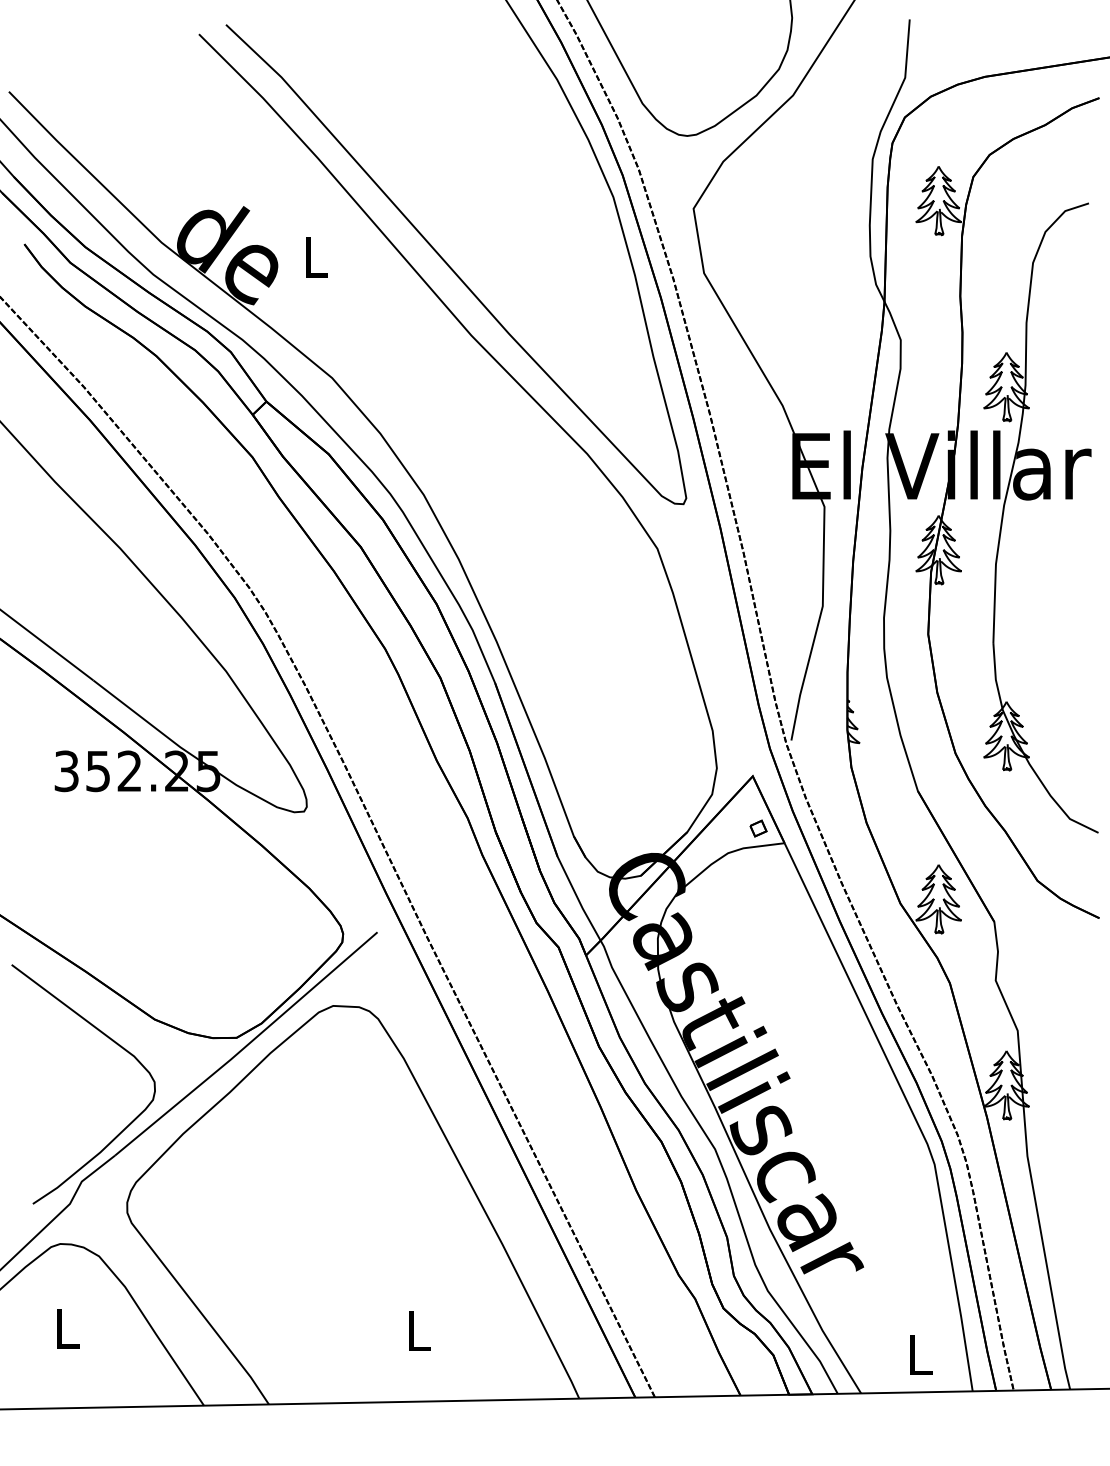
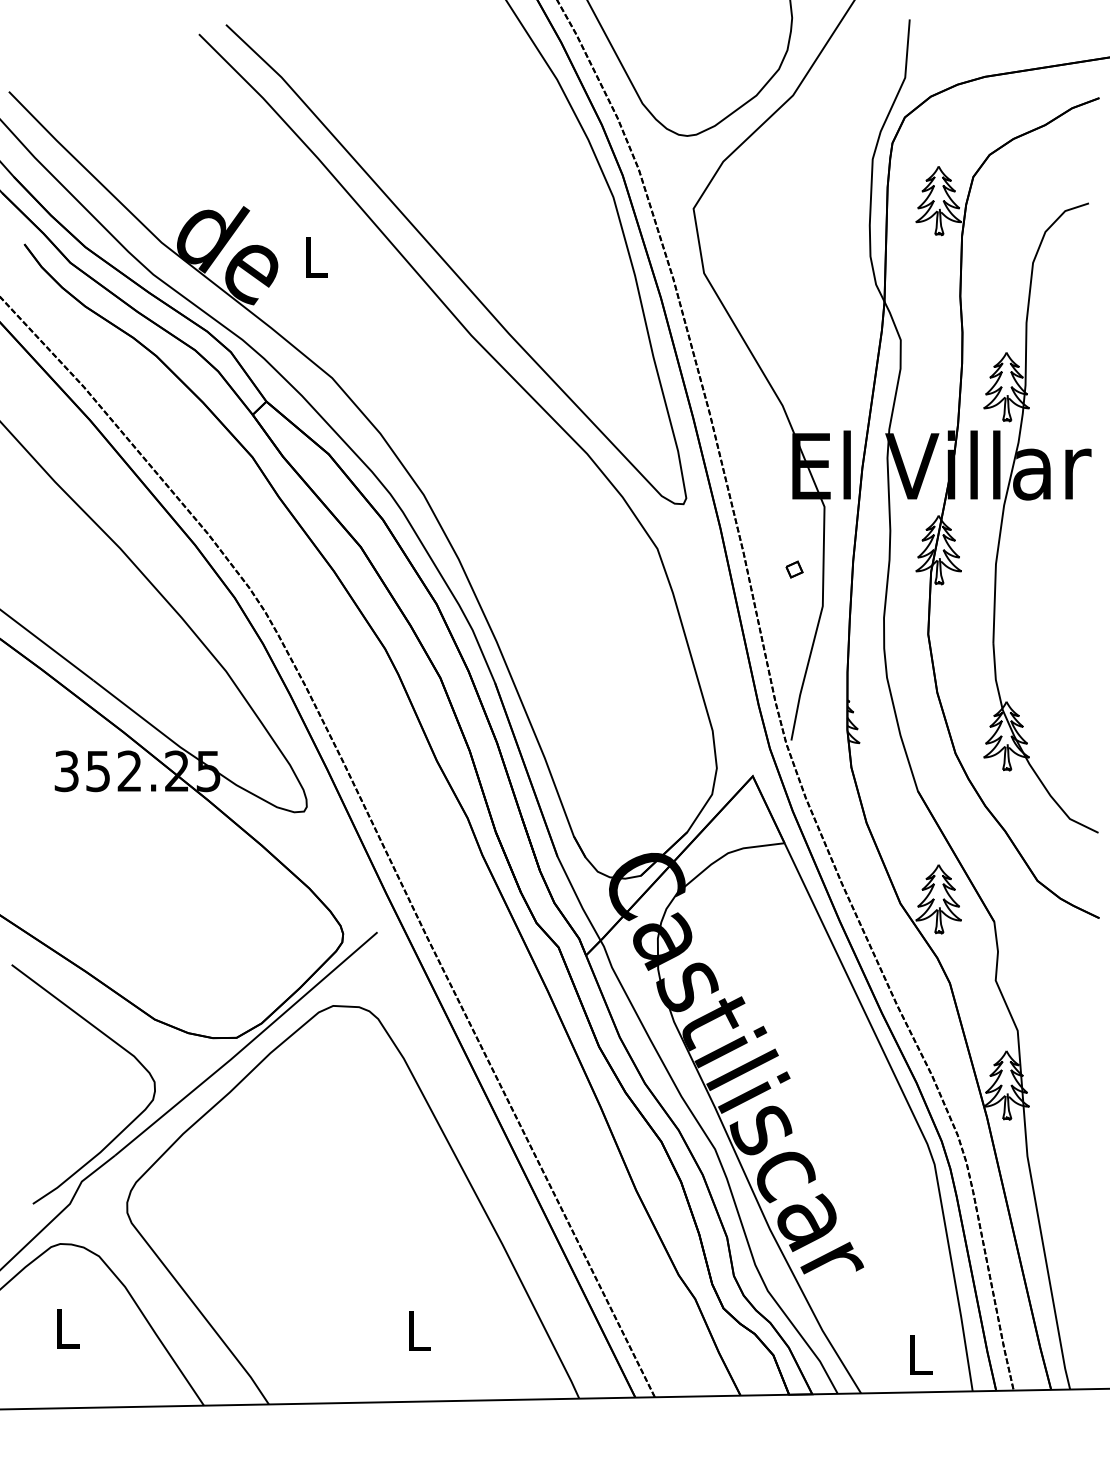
part at (758, 828) position: (758, 828) -> (794, 569)
